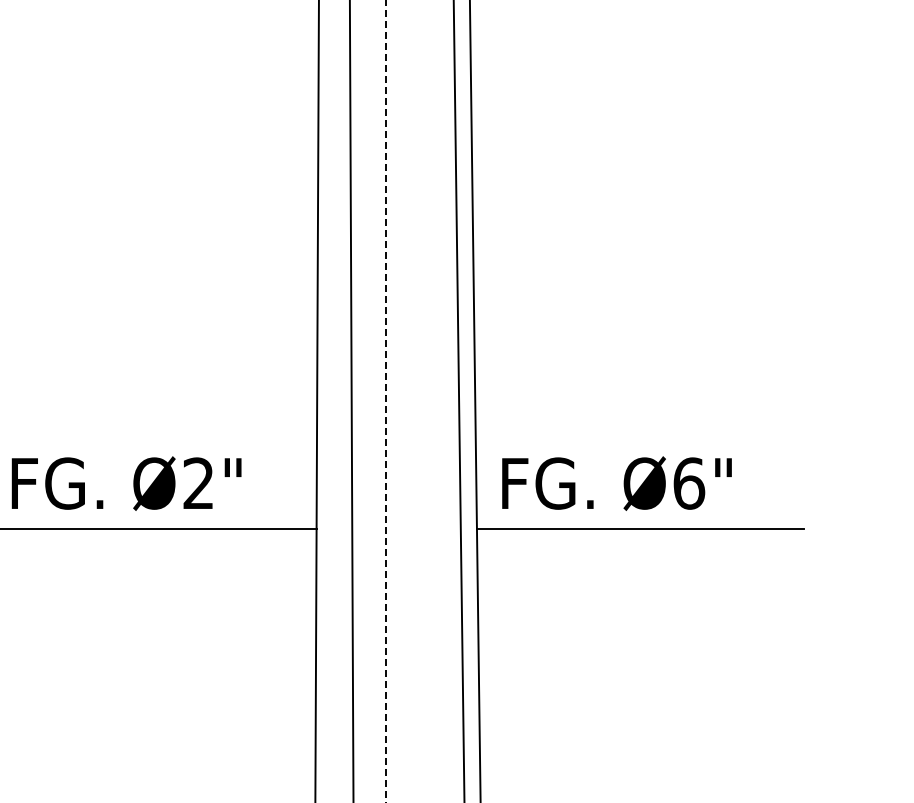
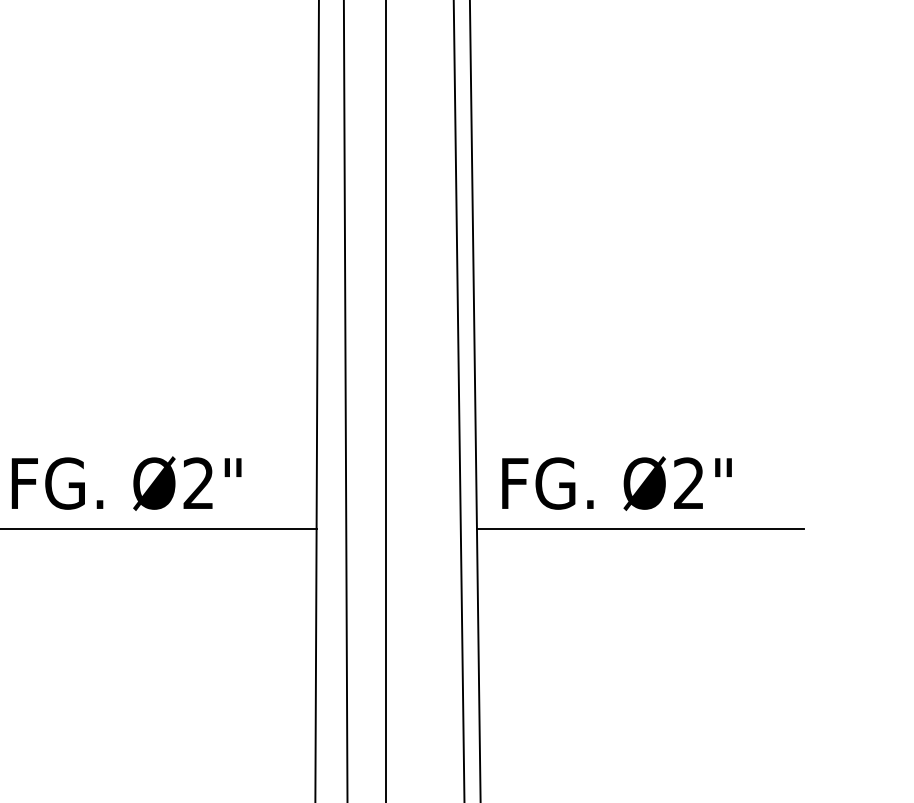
line at (351, 400) position: (351, 400) -> (345, 400)
line at (386, 401): dashed -> solid
text at (689, 483): Ø6" -> Ø2"
